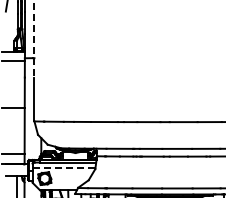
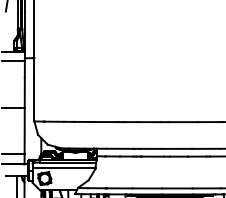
line at (34, 39): dashed -> solid
line at (64, 167): dashed -> solid
